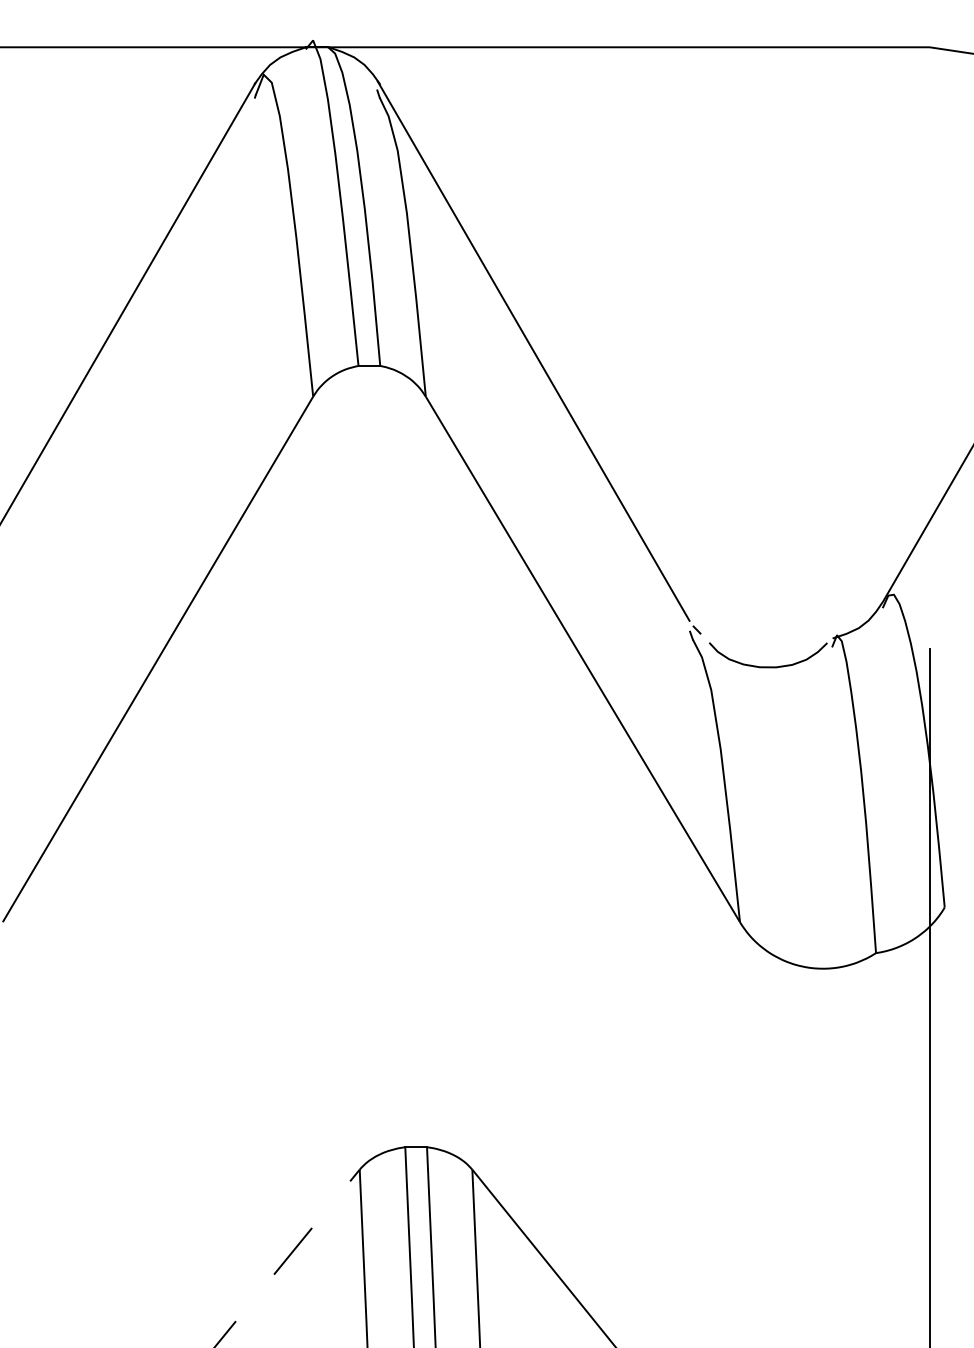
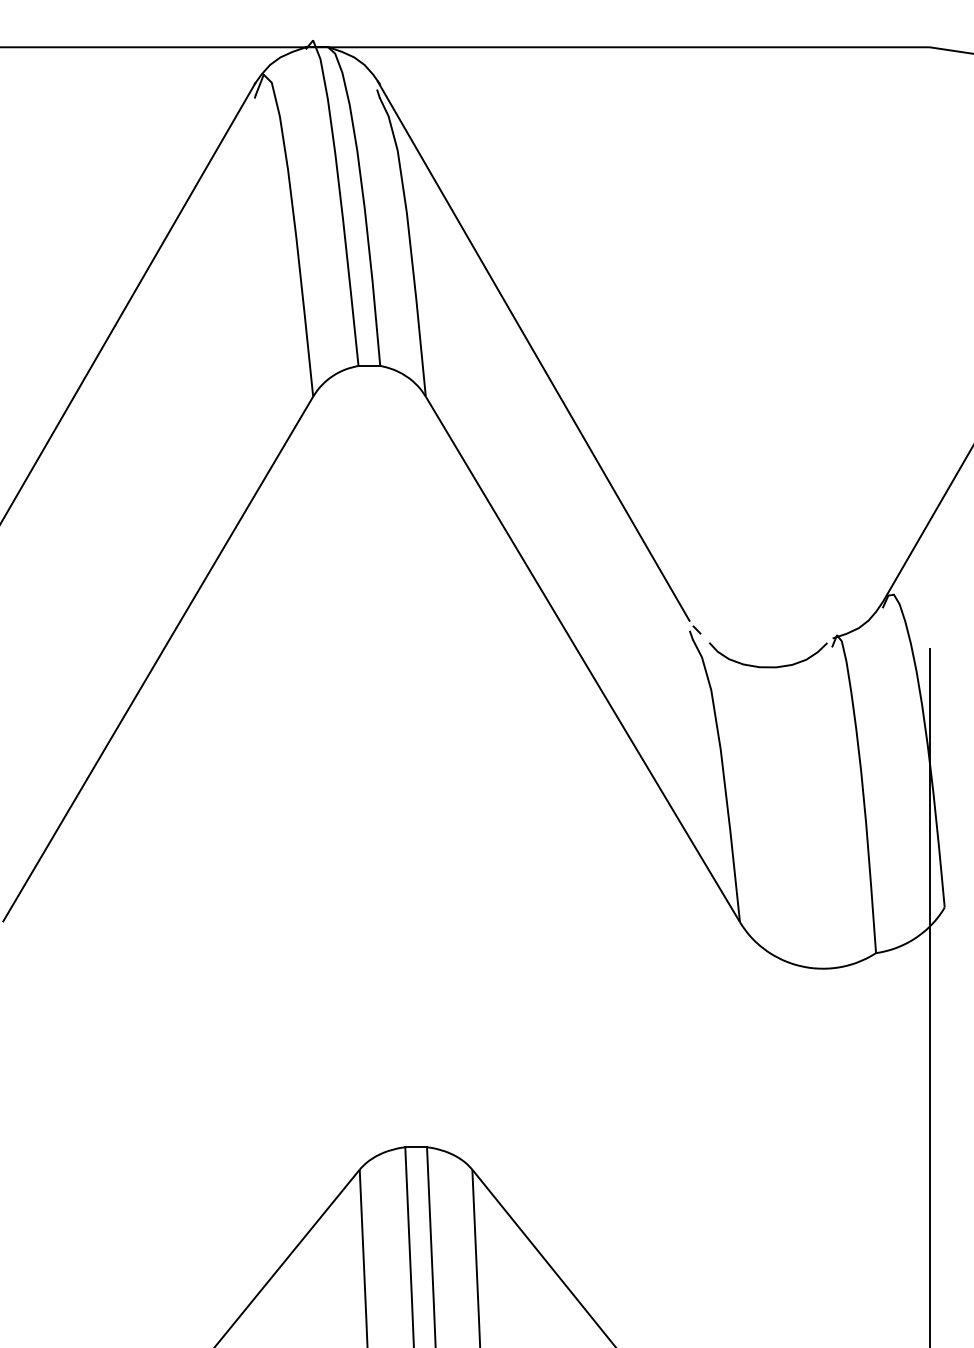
line at (287, 1258): dashed -> solid
